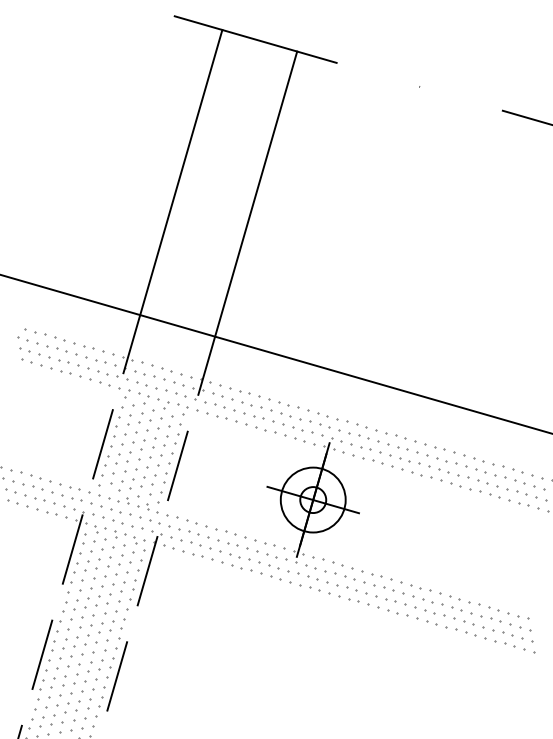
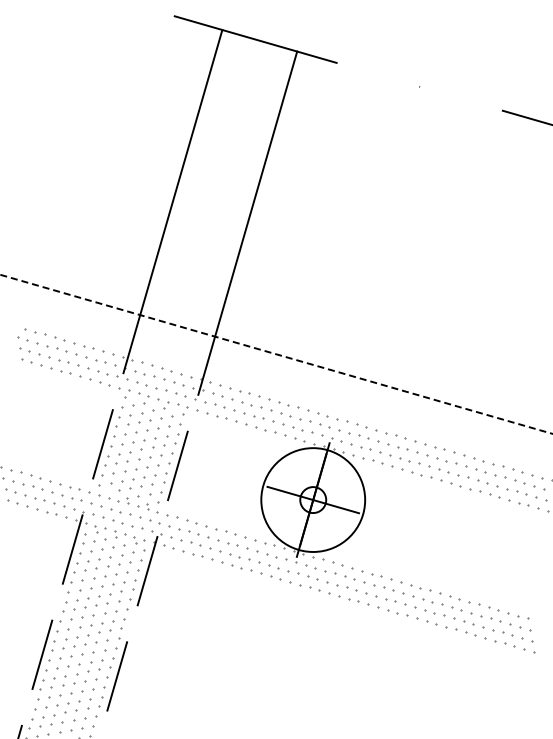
line at (276, 354): solid -> dashed
circle at (312, 499) diameter: 65 px -> 104 px
